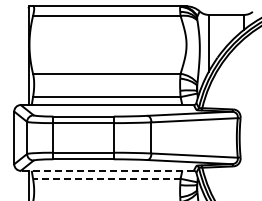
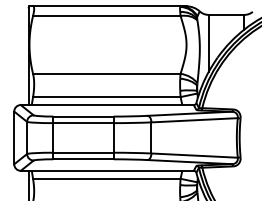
line at (107, 170): dashed -> solid
line at (106, 178): dashed -> solid
